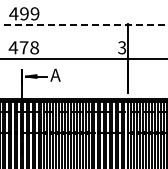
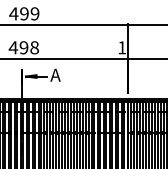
line at (83, 24): dashed -> solid
text at (23, 47): 478 -> 498
text at (122, 47): 3 -> 1
